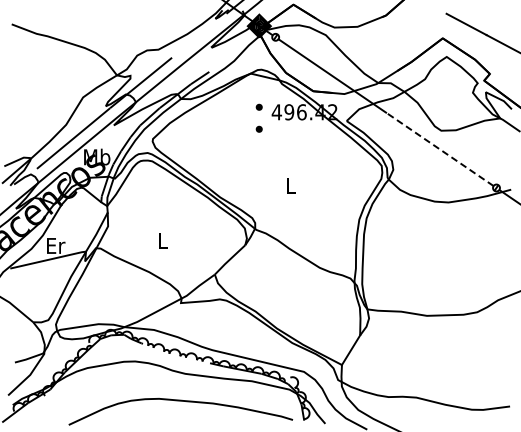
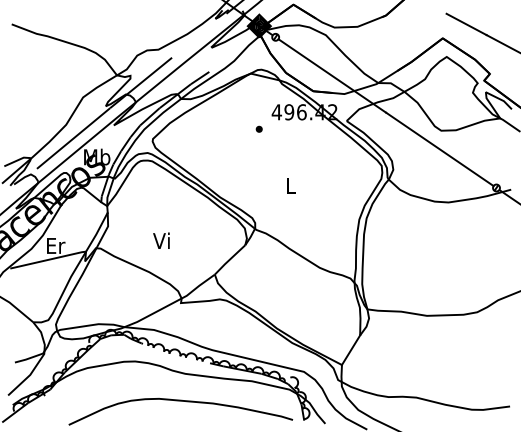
part at (258, 106): present -> none
line at (439, 149): dashed -> solid
text at (161, 240): L -> Vi
